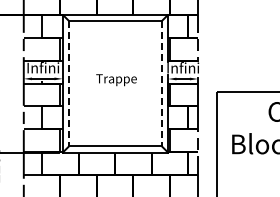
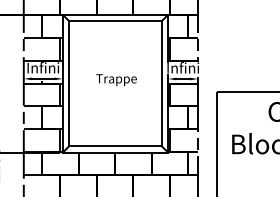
line at (69, 84): dashed -> solid
line at (161, 84): dashed -> solid
